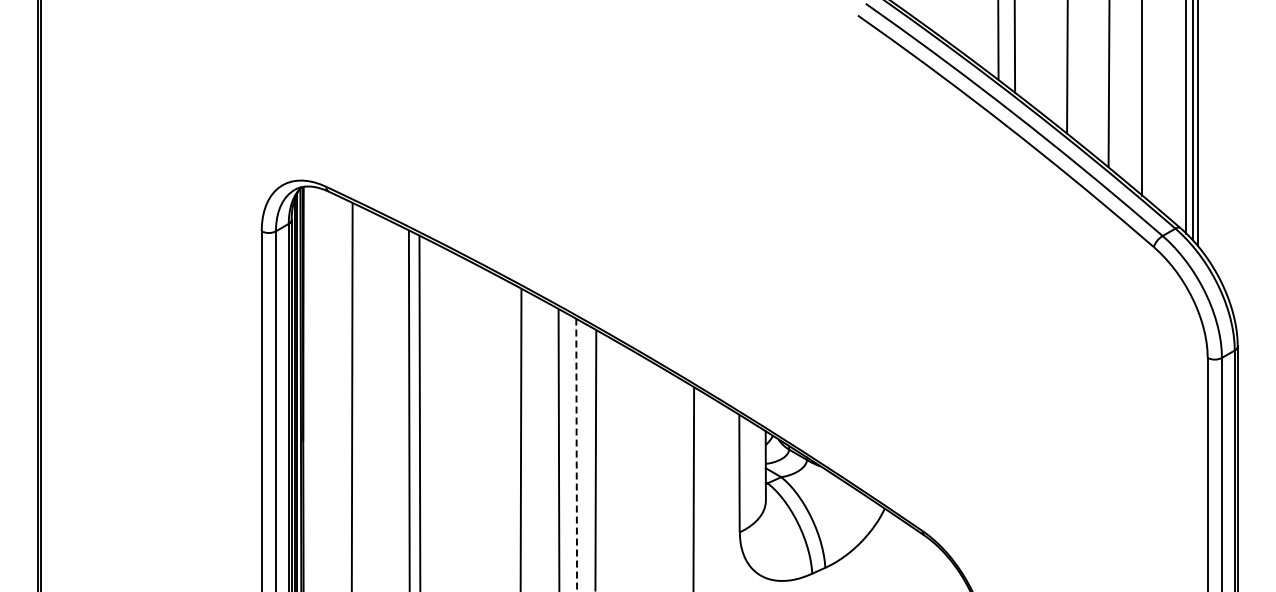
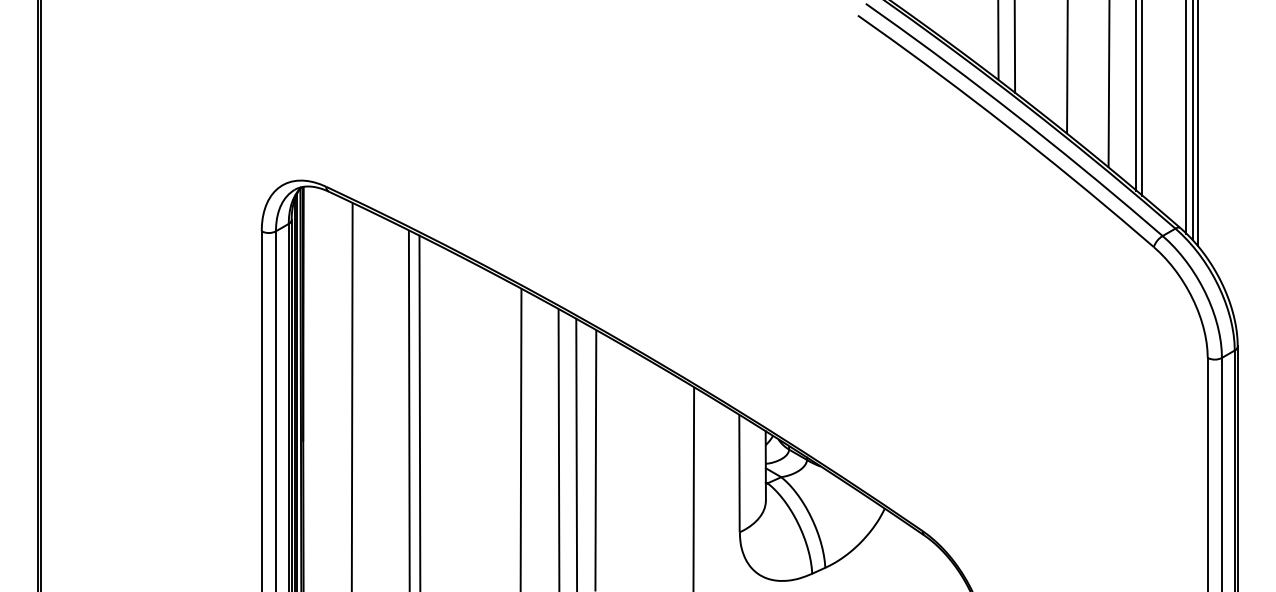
line at (1136, 96): none -> present
line at (576, 454): dashed -> solid
